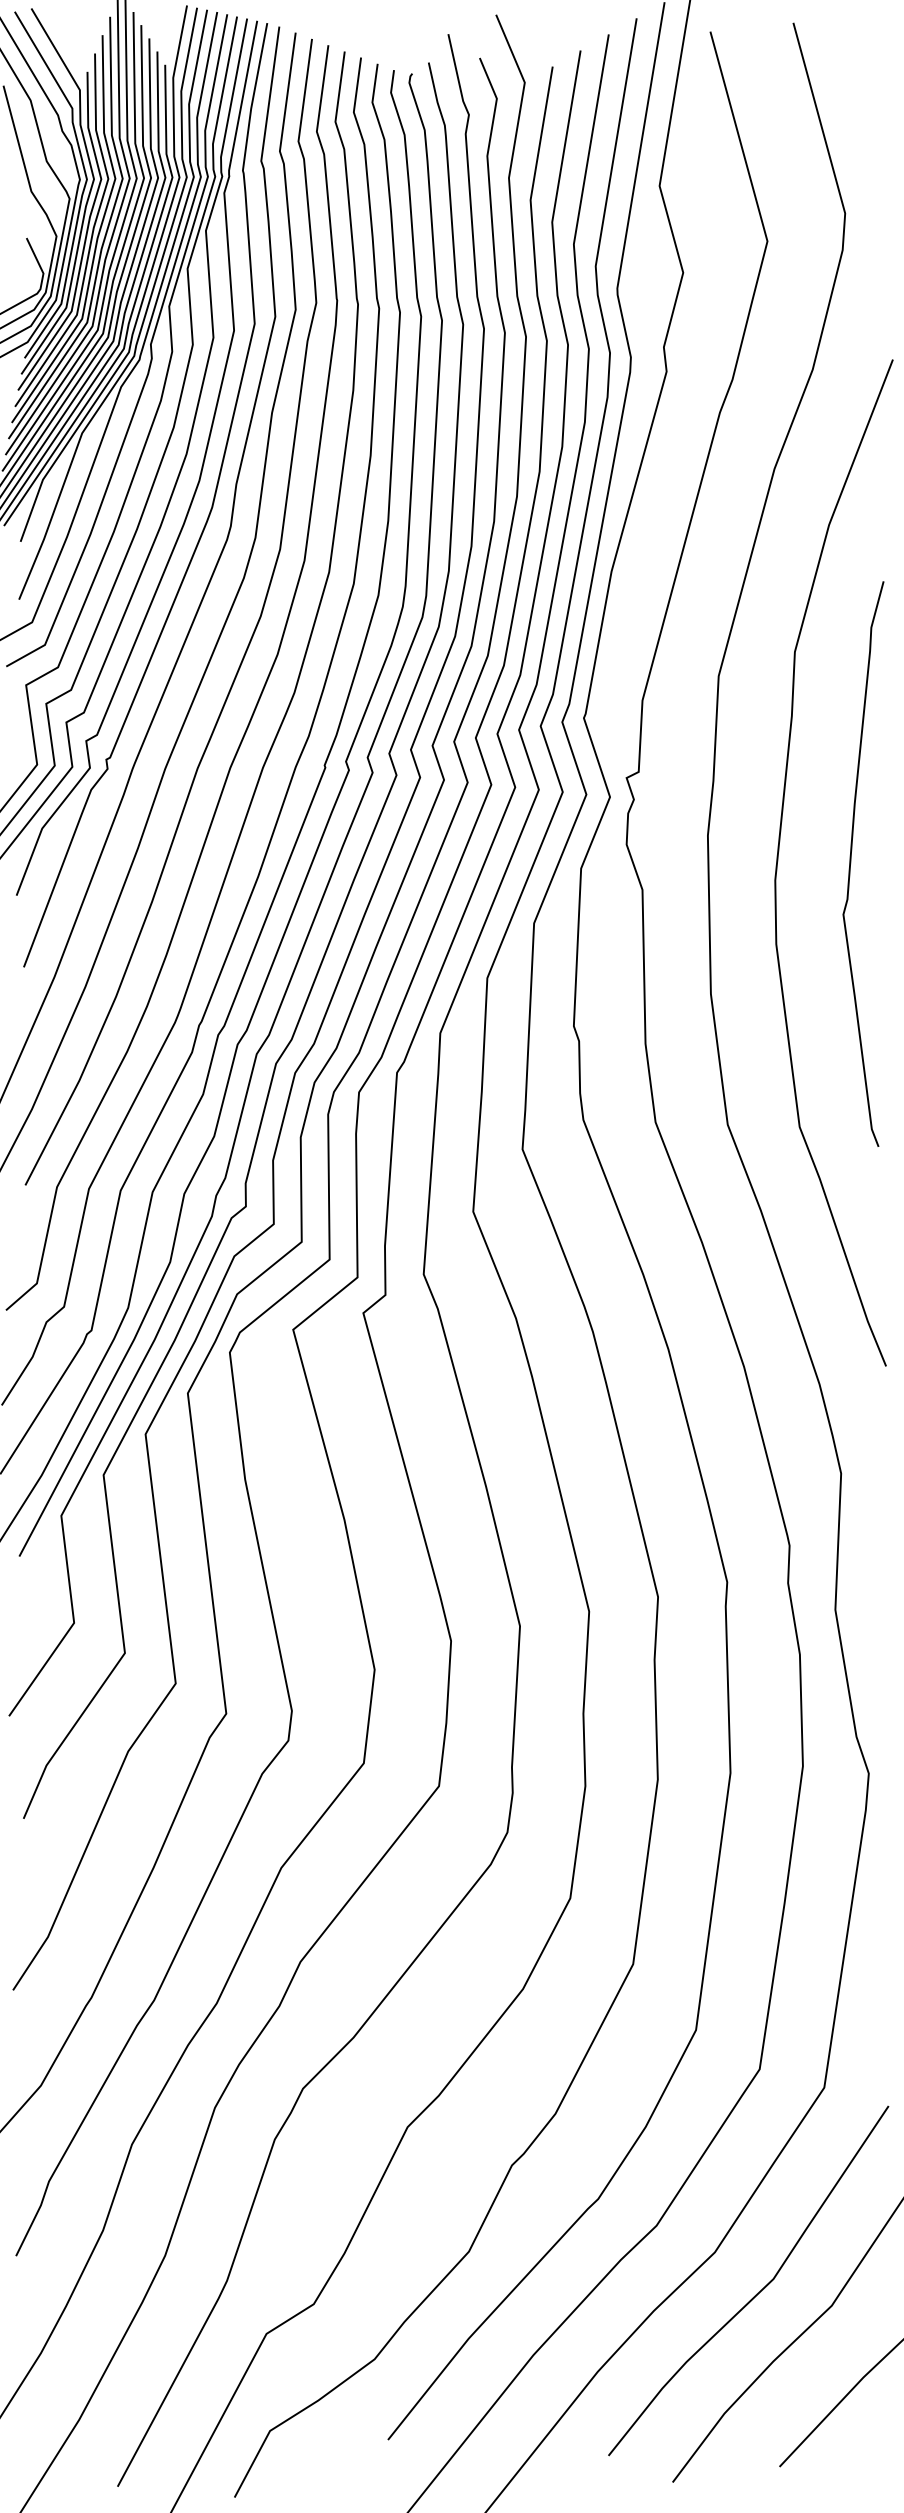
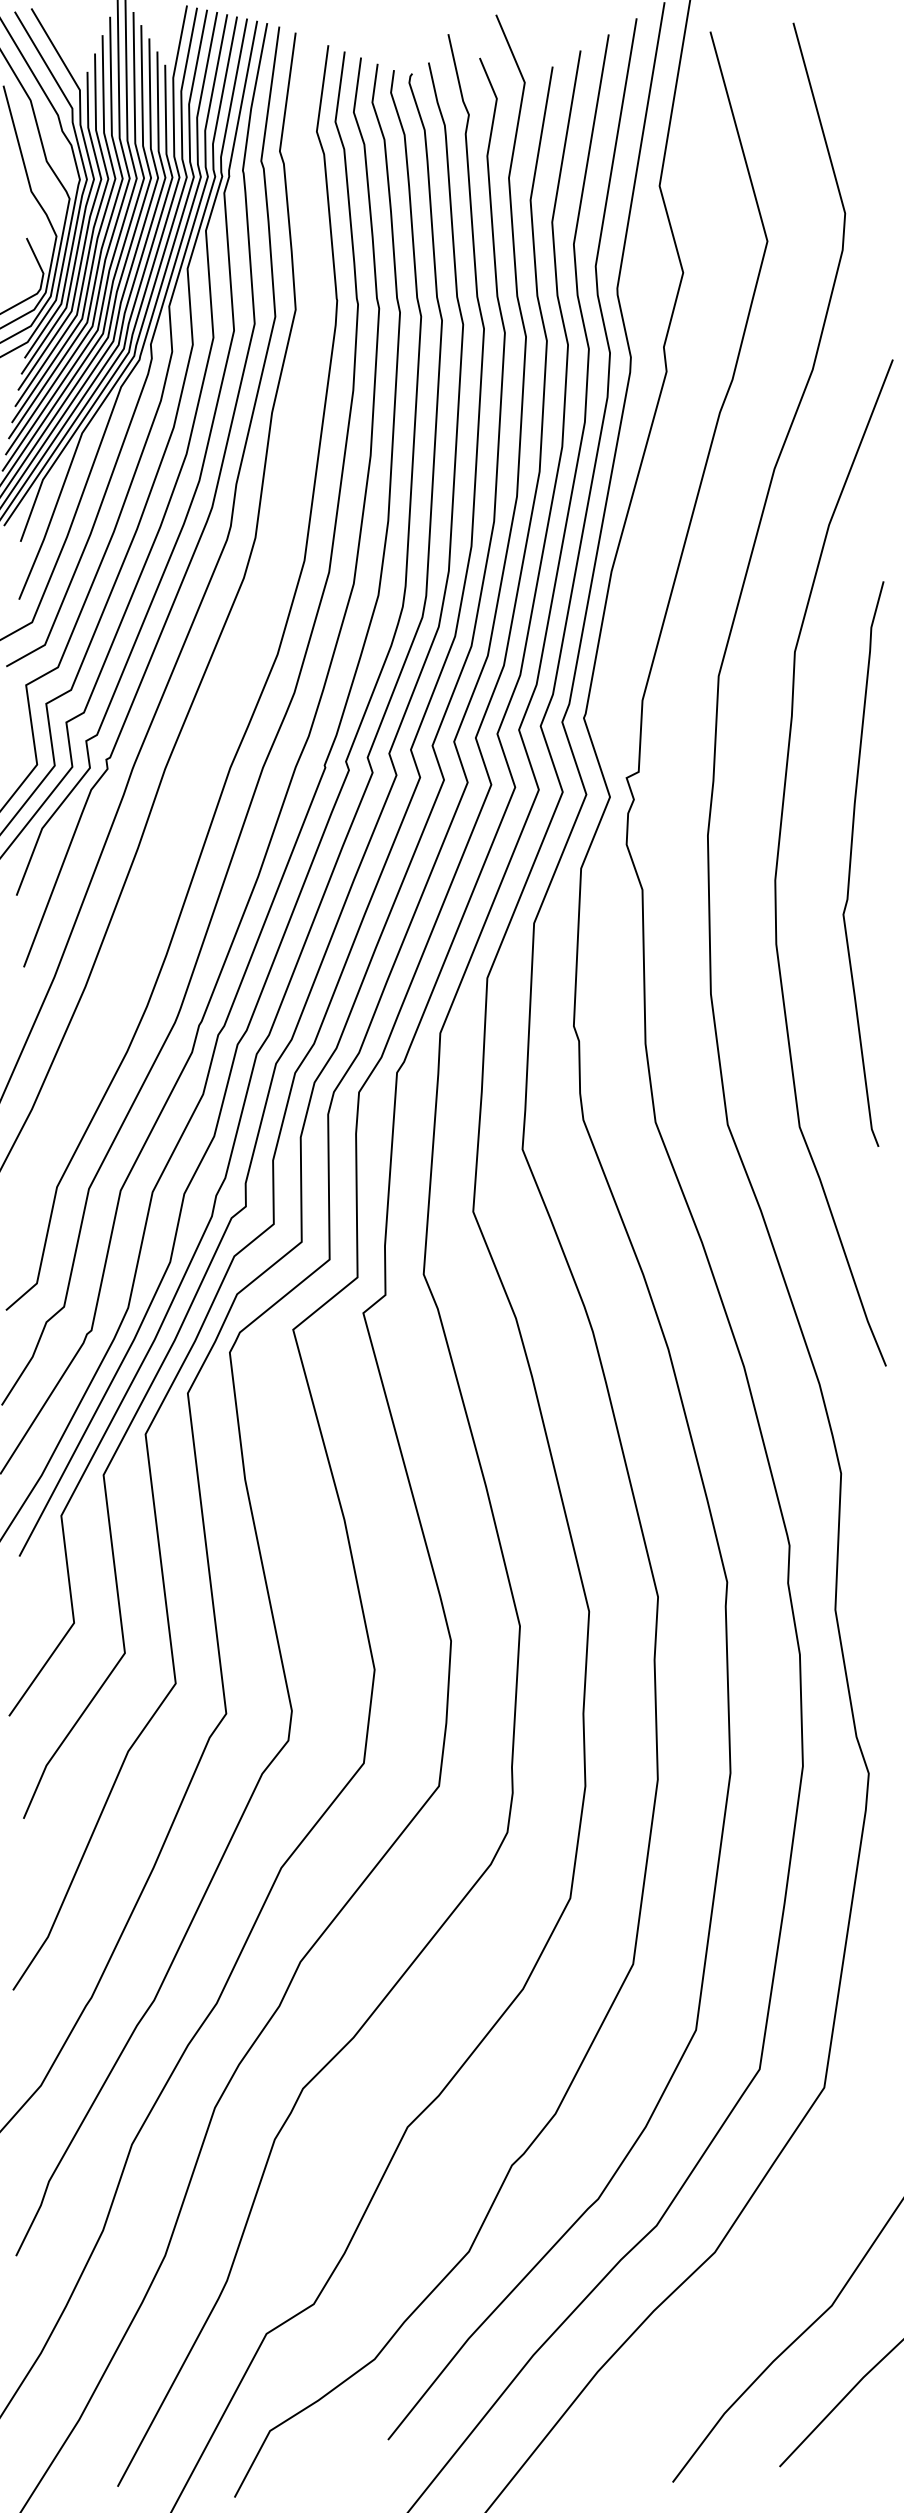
curve at (246, 647): present -> none
curve at (756, 2293): present -> none
